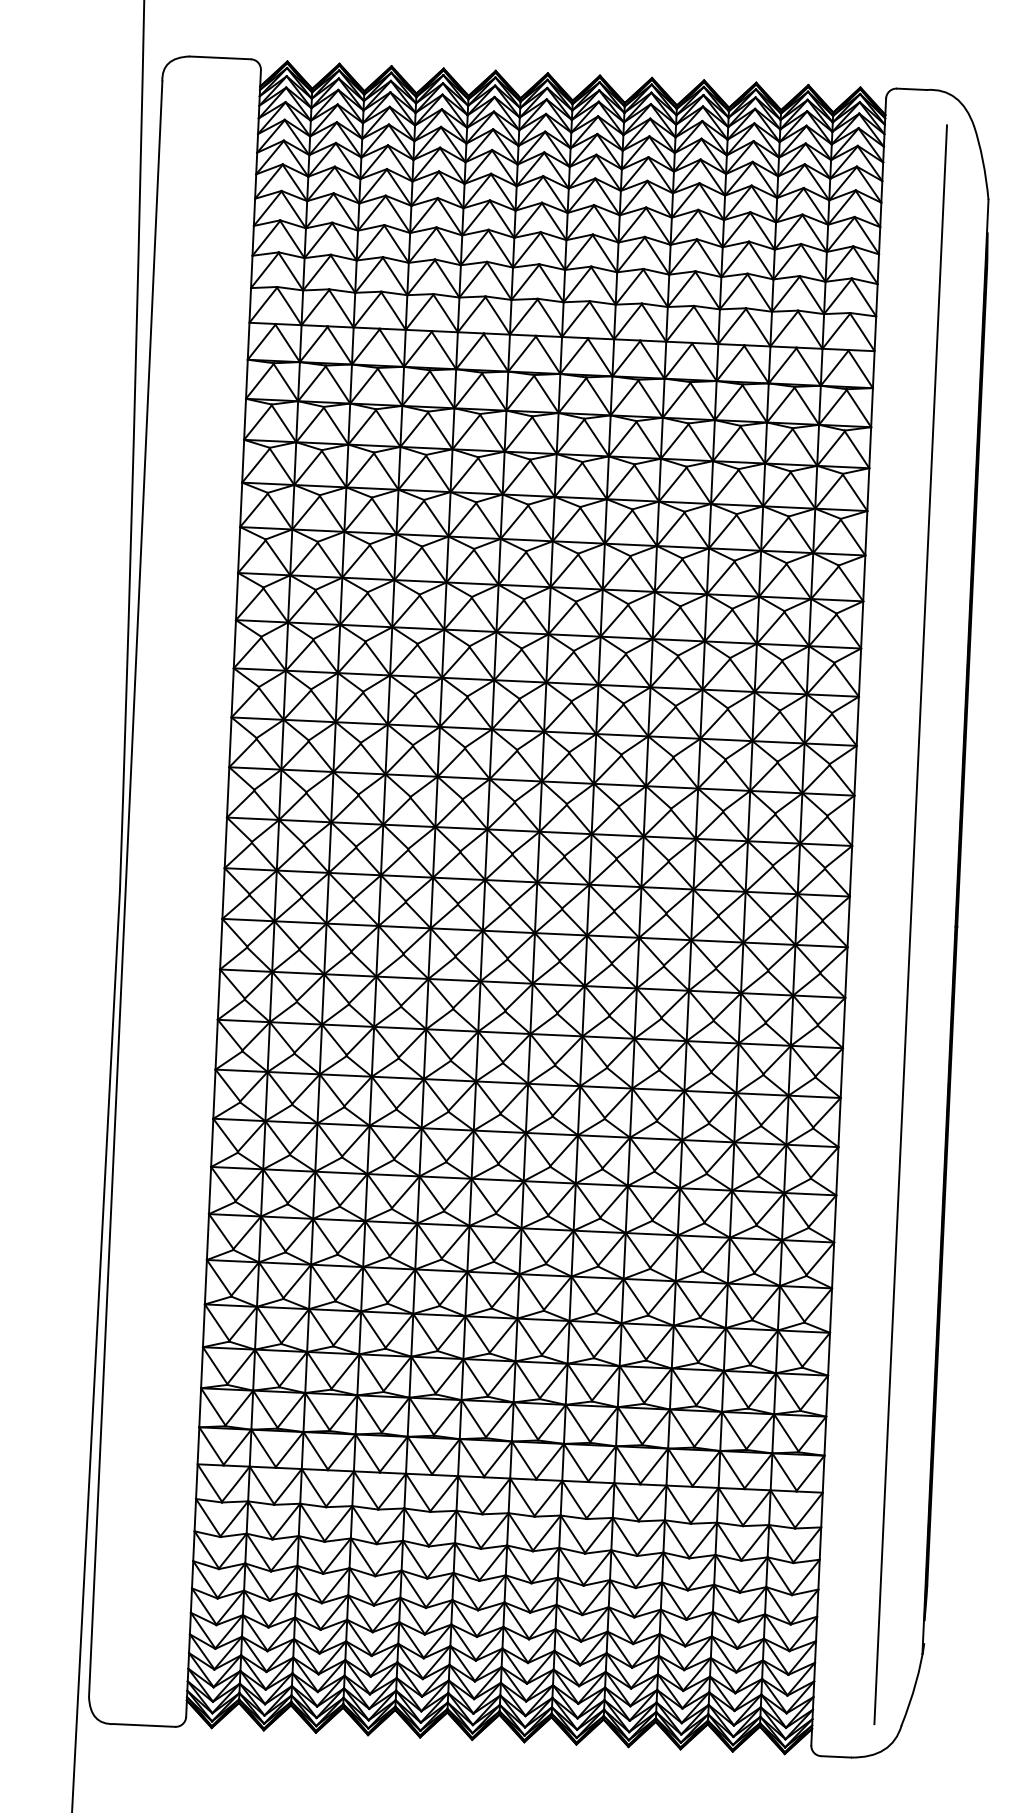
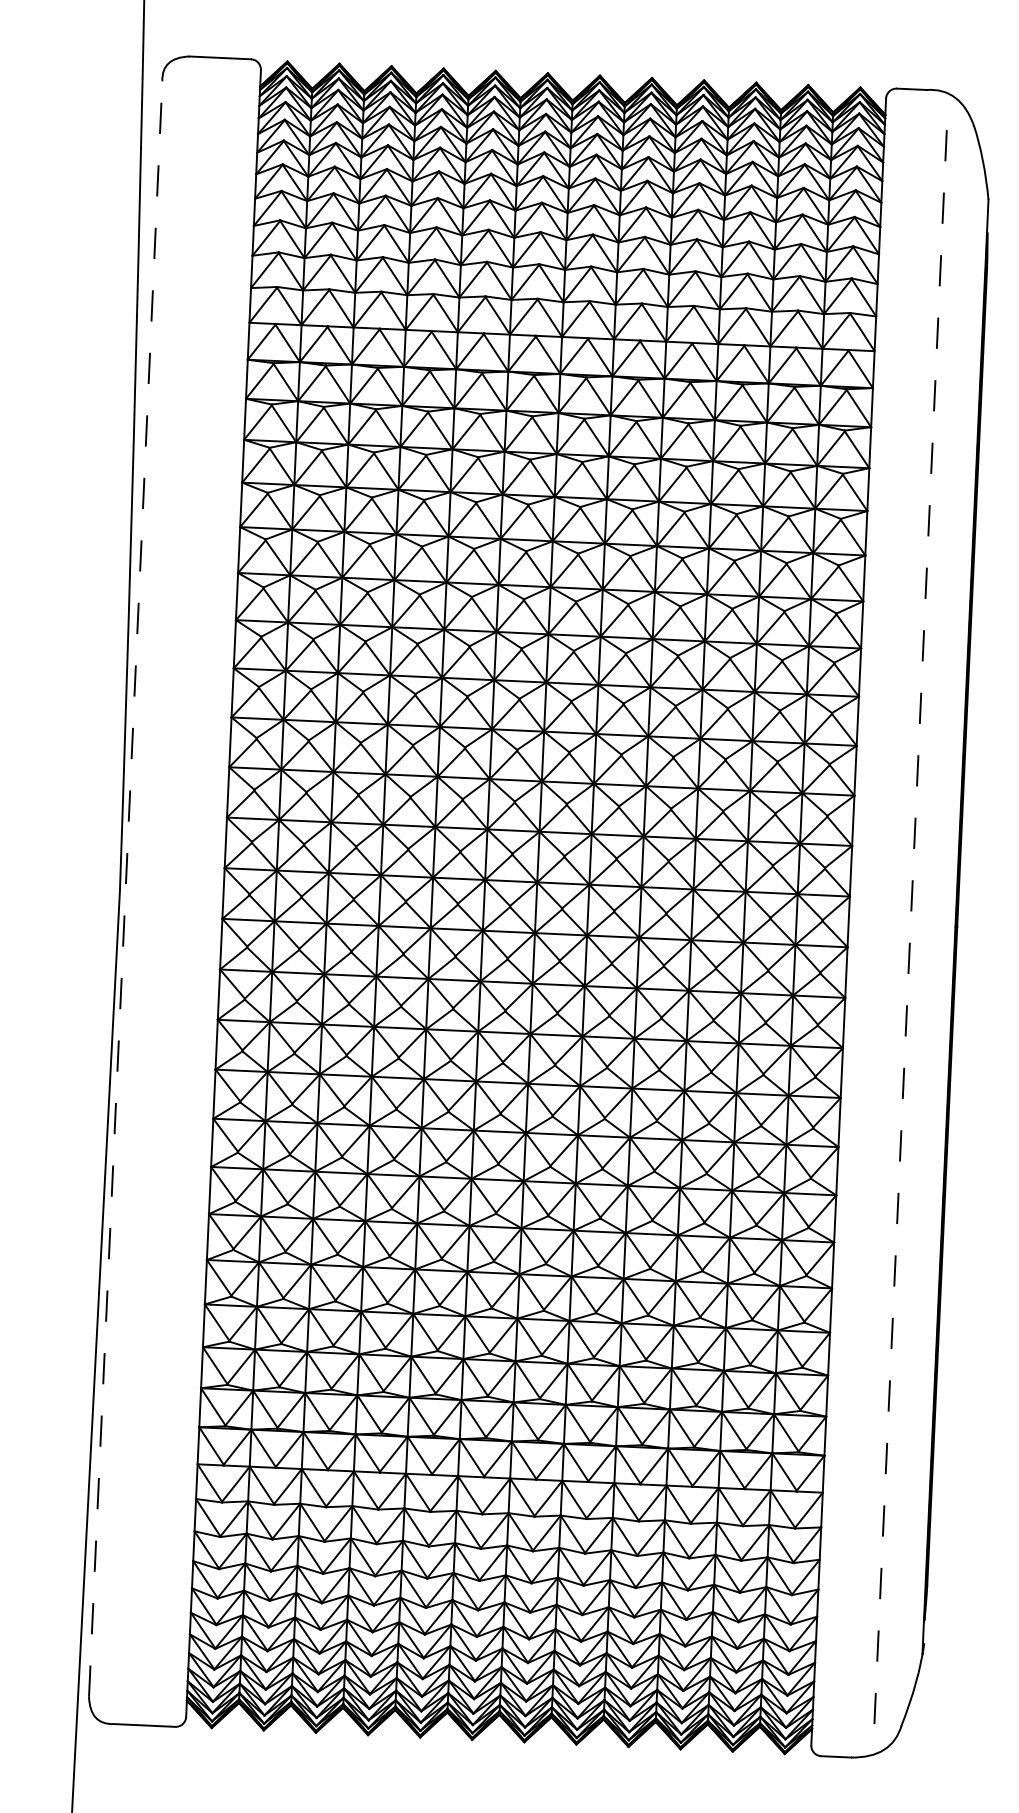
line at (125, 889): solid -> dashed
line at (910, 924): solid -> dashed
